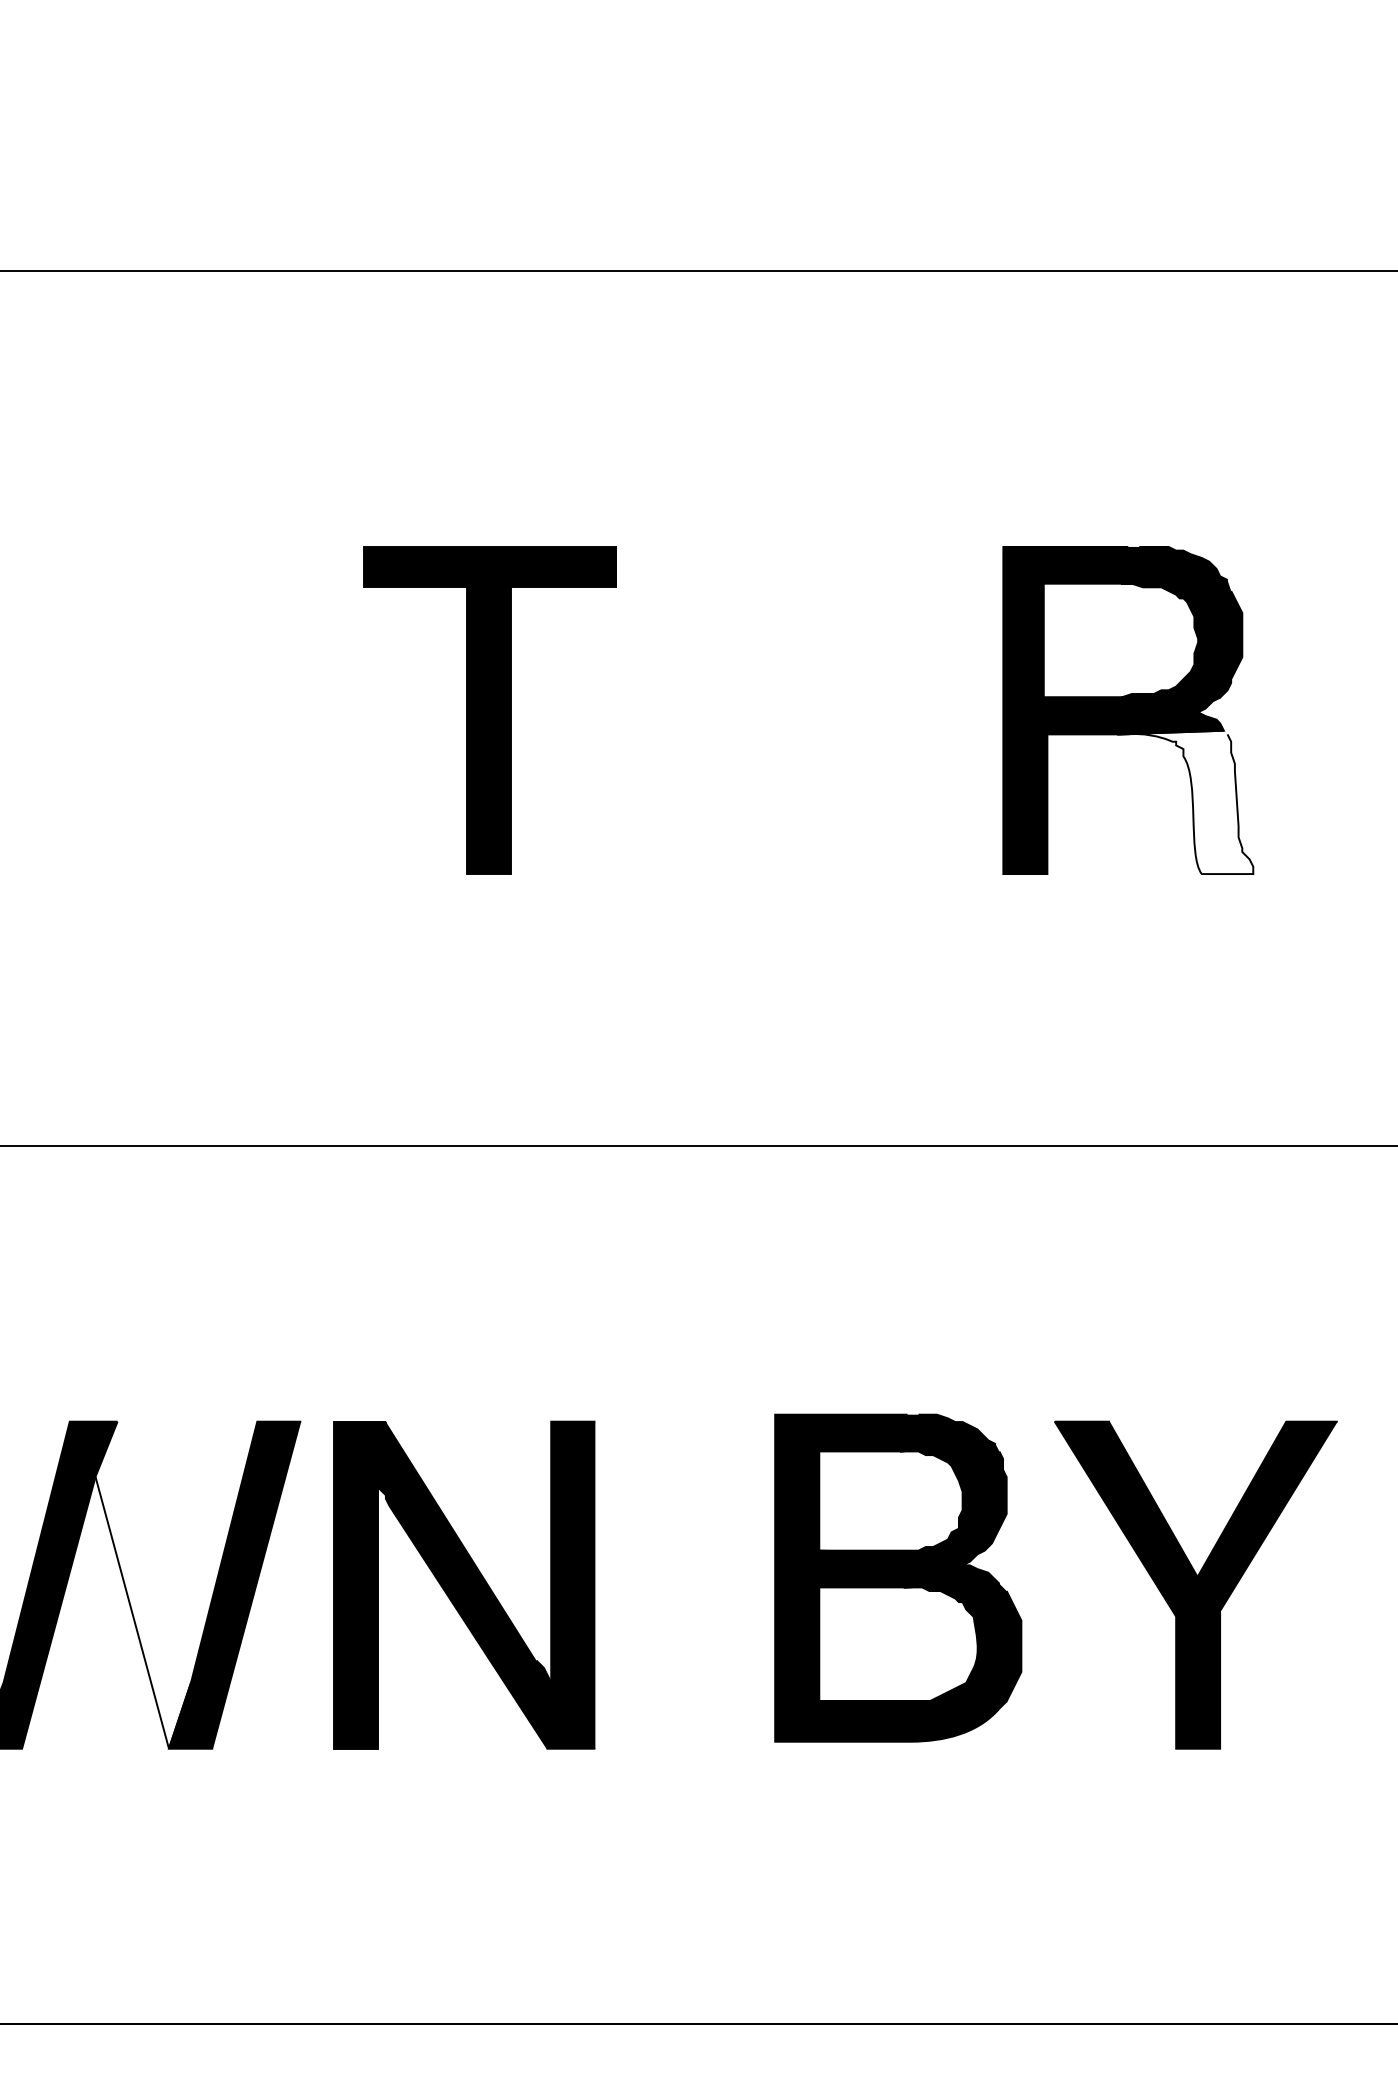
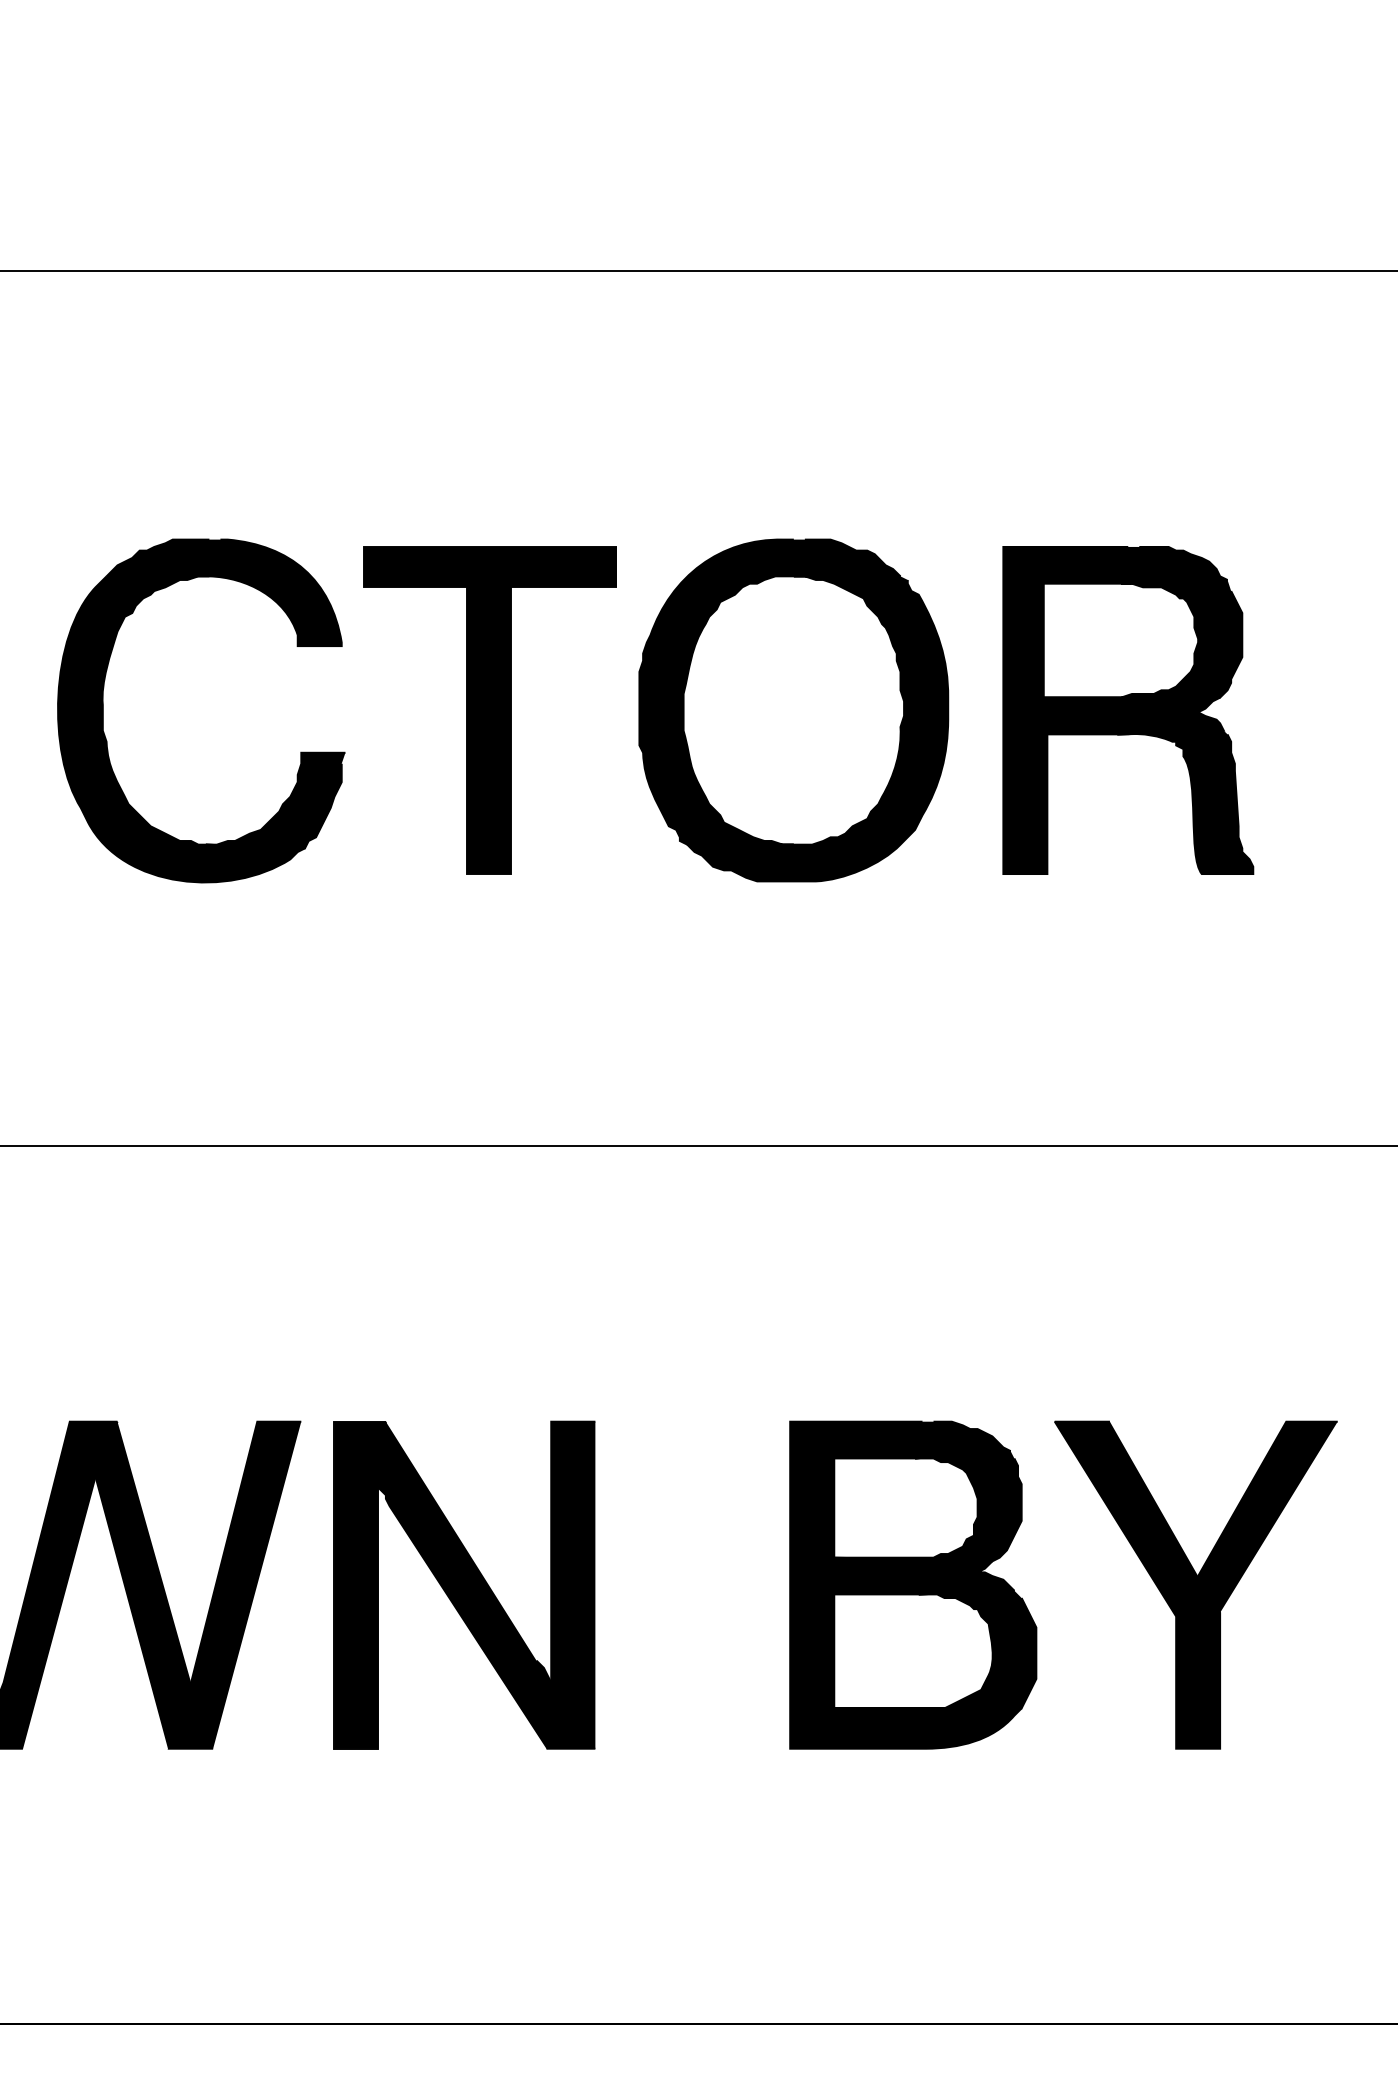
part at (103, 710): none -> present
part at (793, 710): none -> present
fill at (1185, 802): none -> present
part at (898, 1577) position: (898, 1577) -> (913, 1584)
fill at (143, 1584): none -> present
